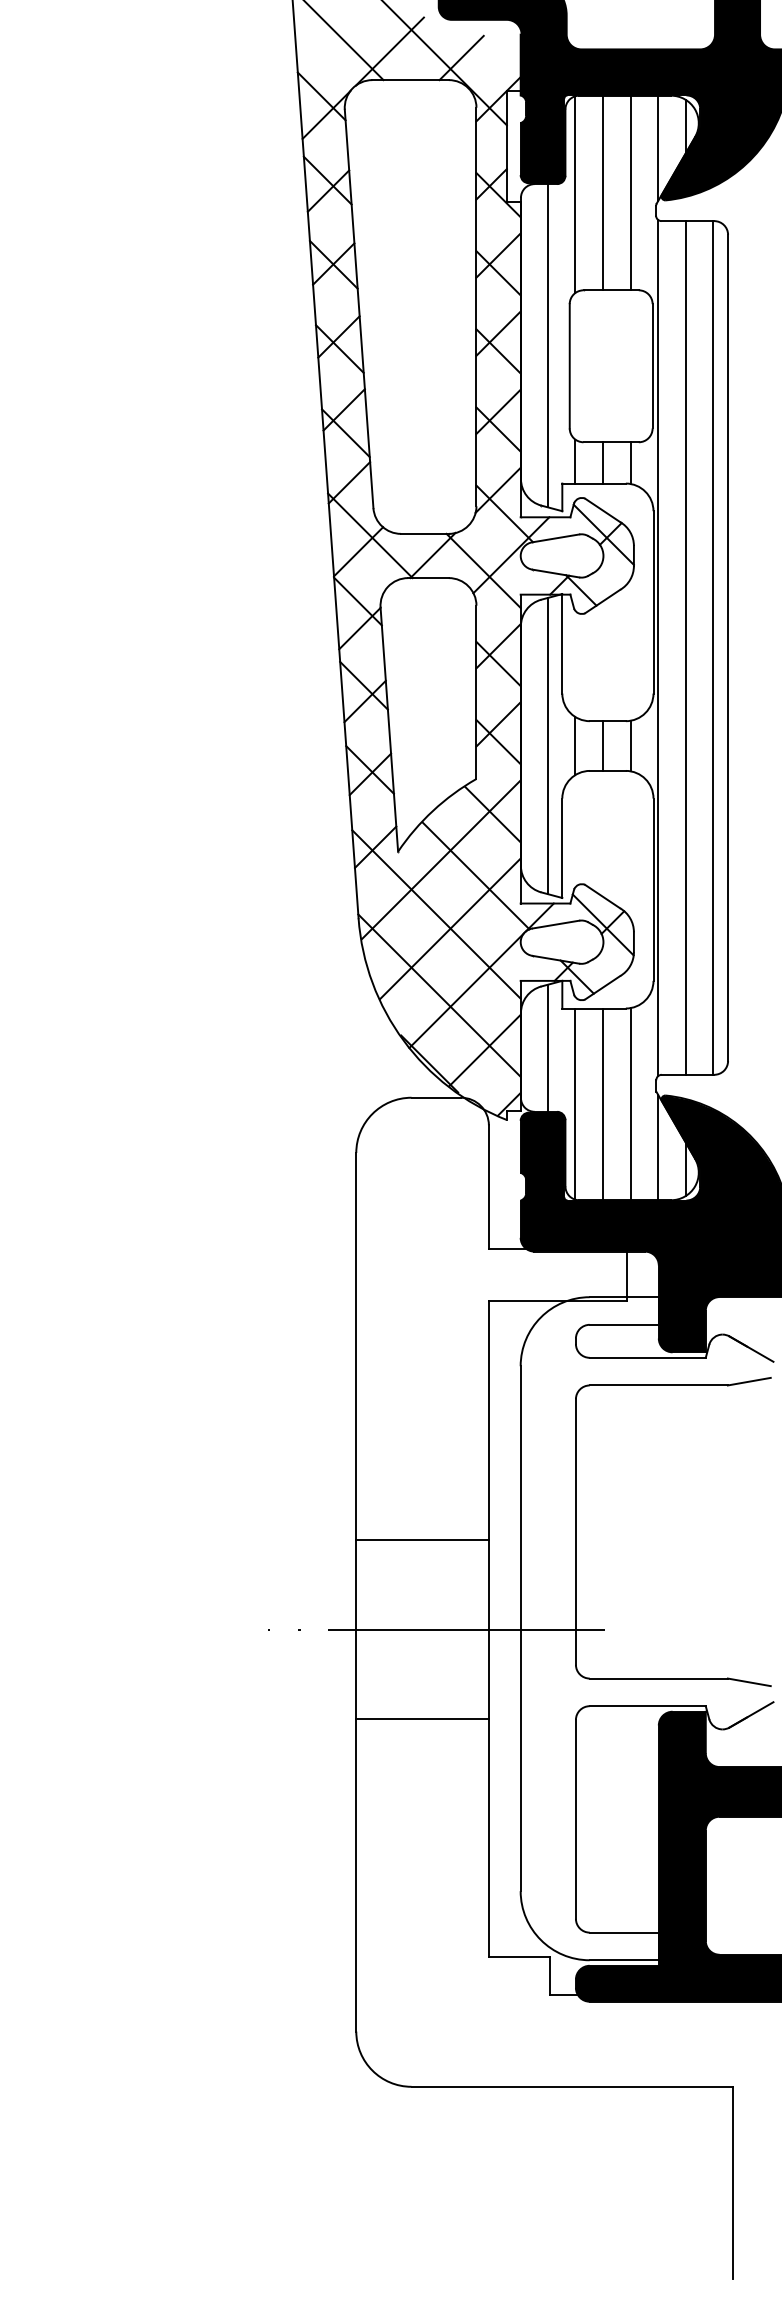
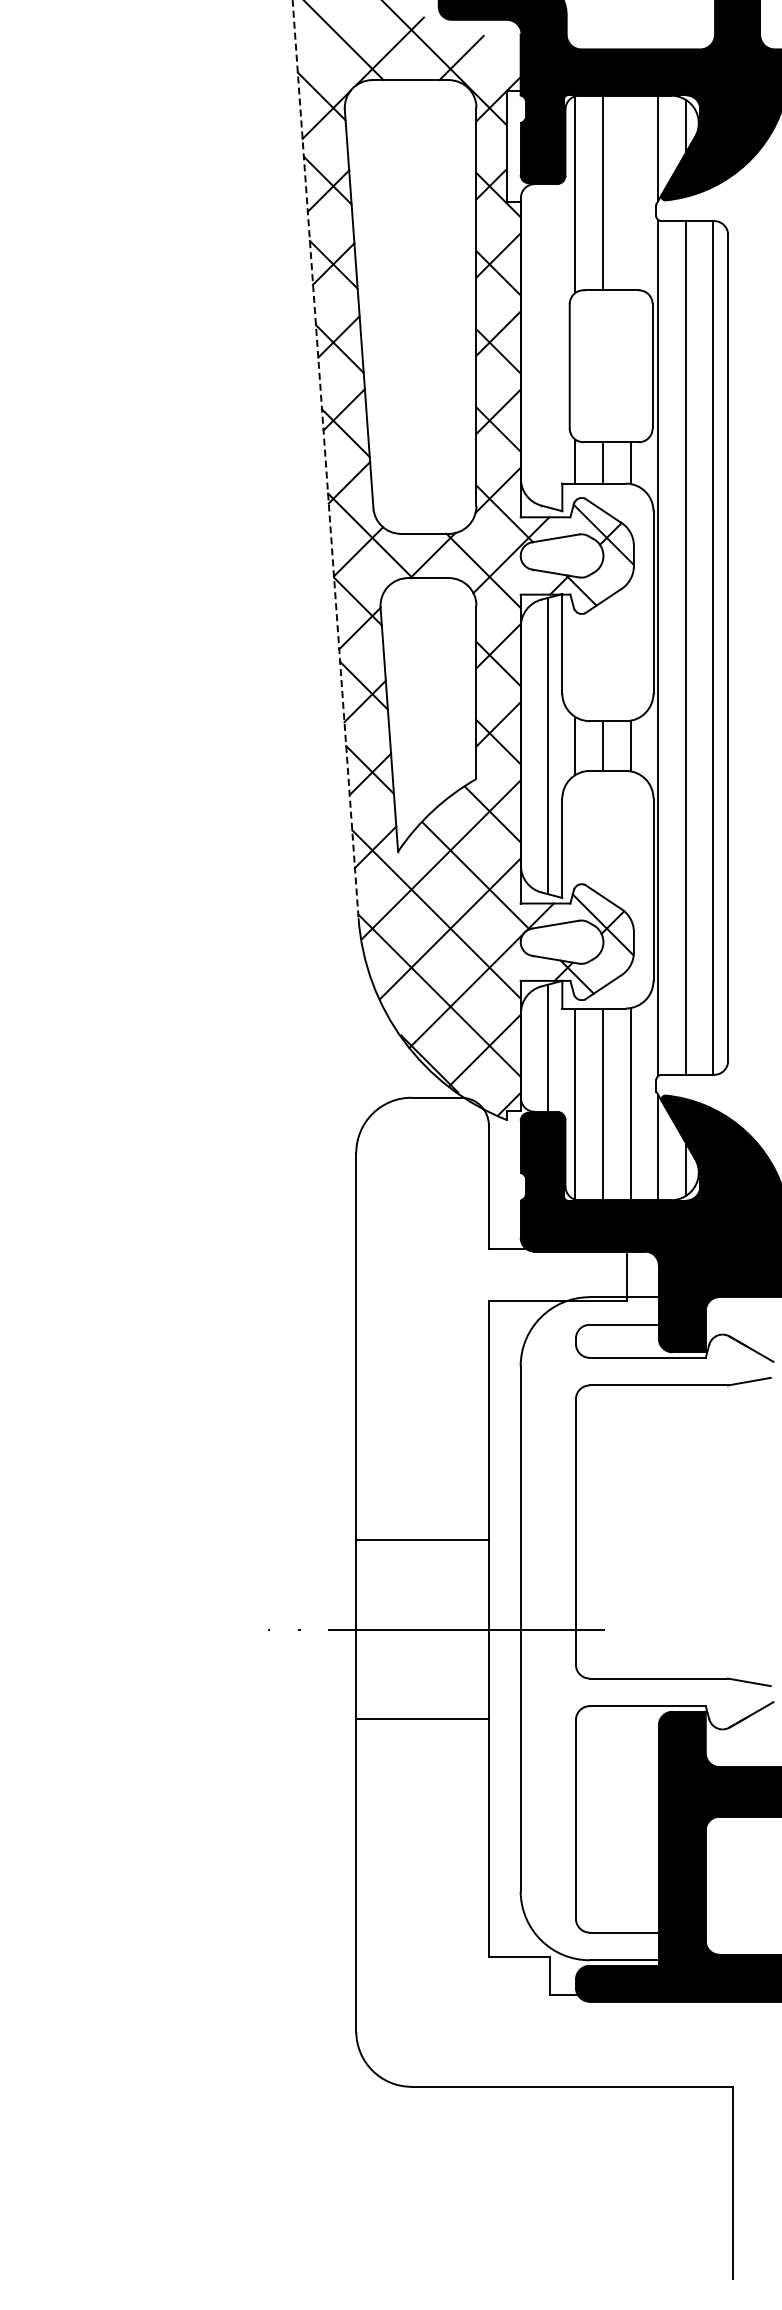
line at (630, 192): present -> none
line at (547, 345): present -> none
line at (325, 459): solid -> dashed
